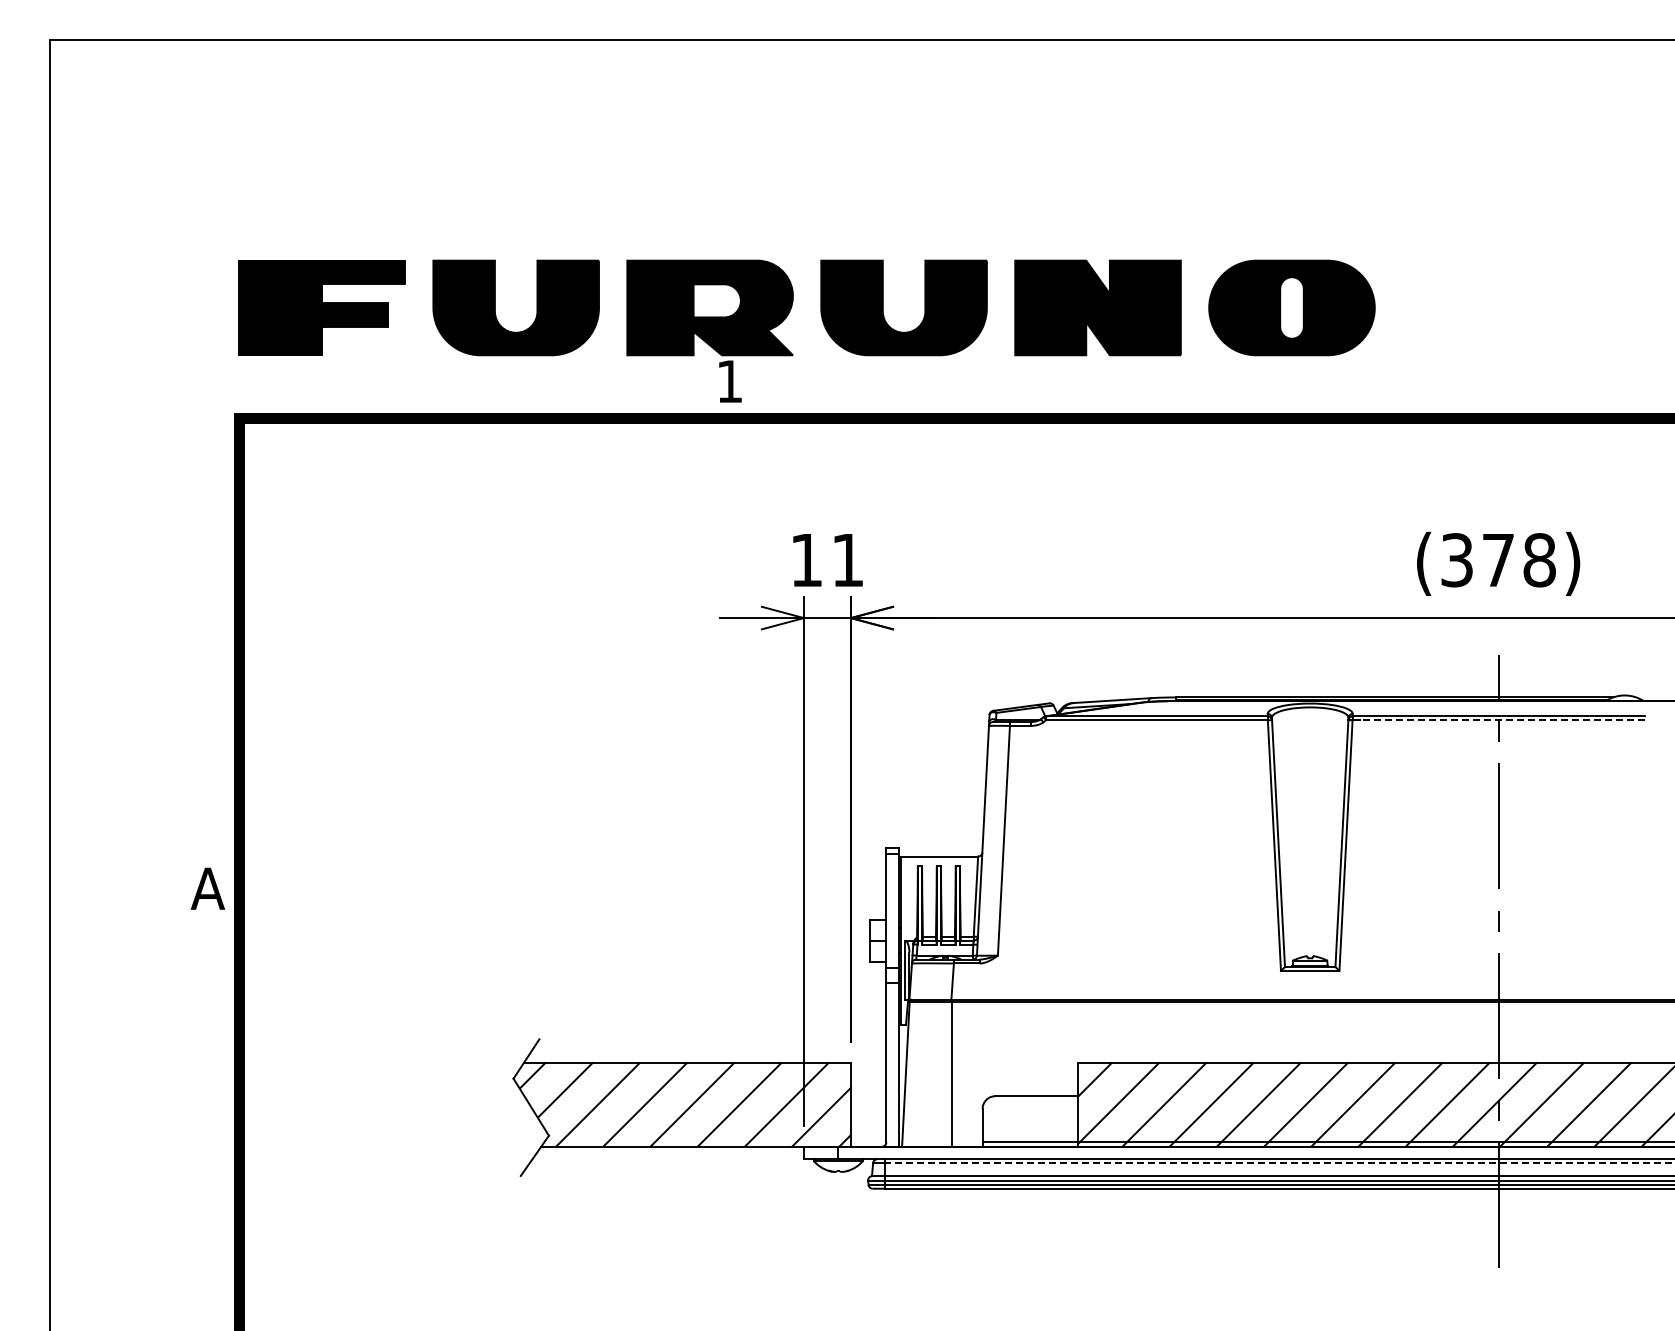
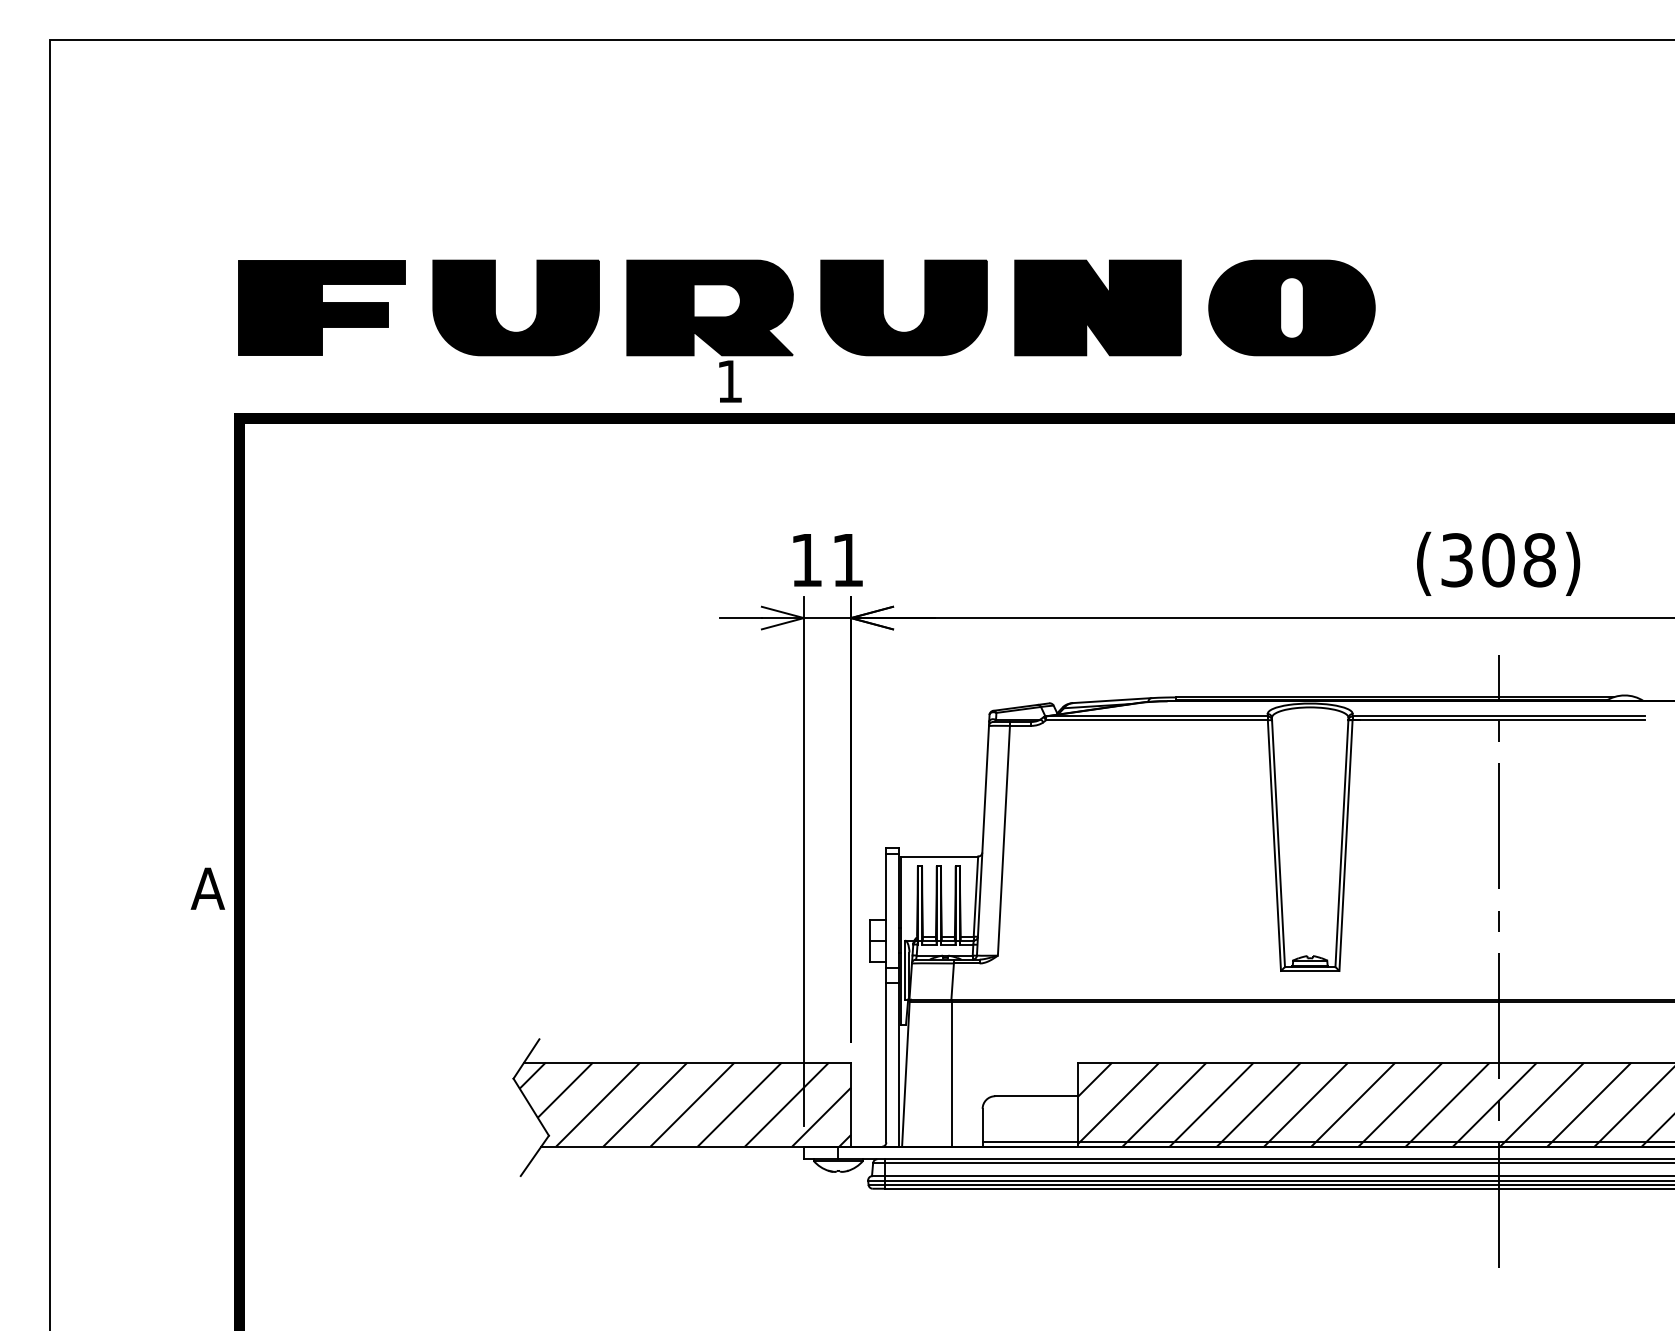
text at (1498, 560): (378) -> (308)
line at (1498, 720): dashed -> solid
line at (1279, 1163): dashed -> solid
